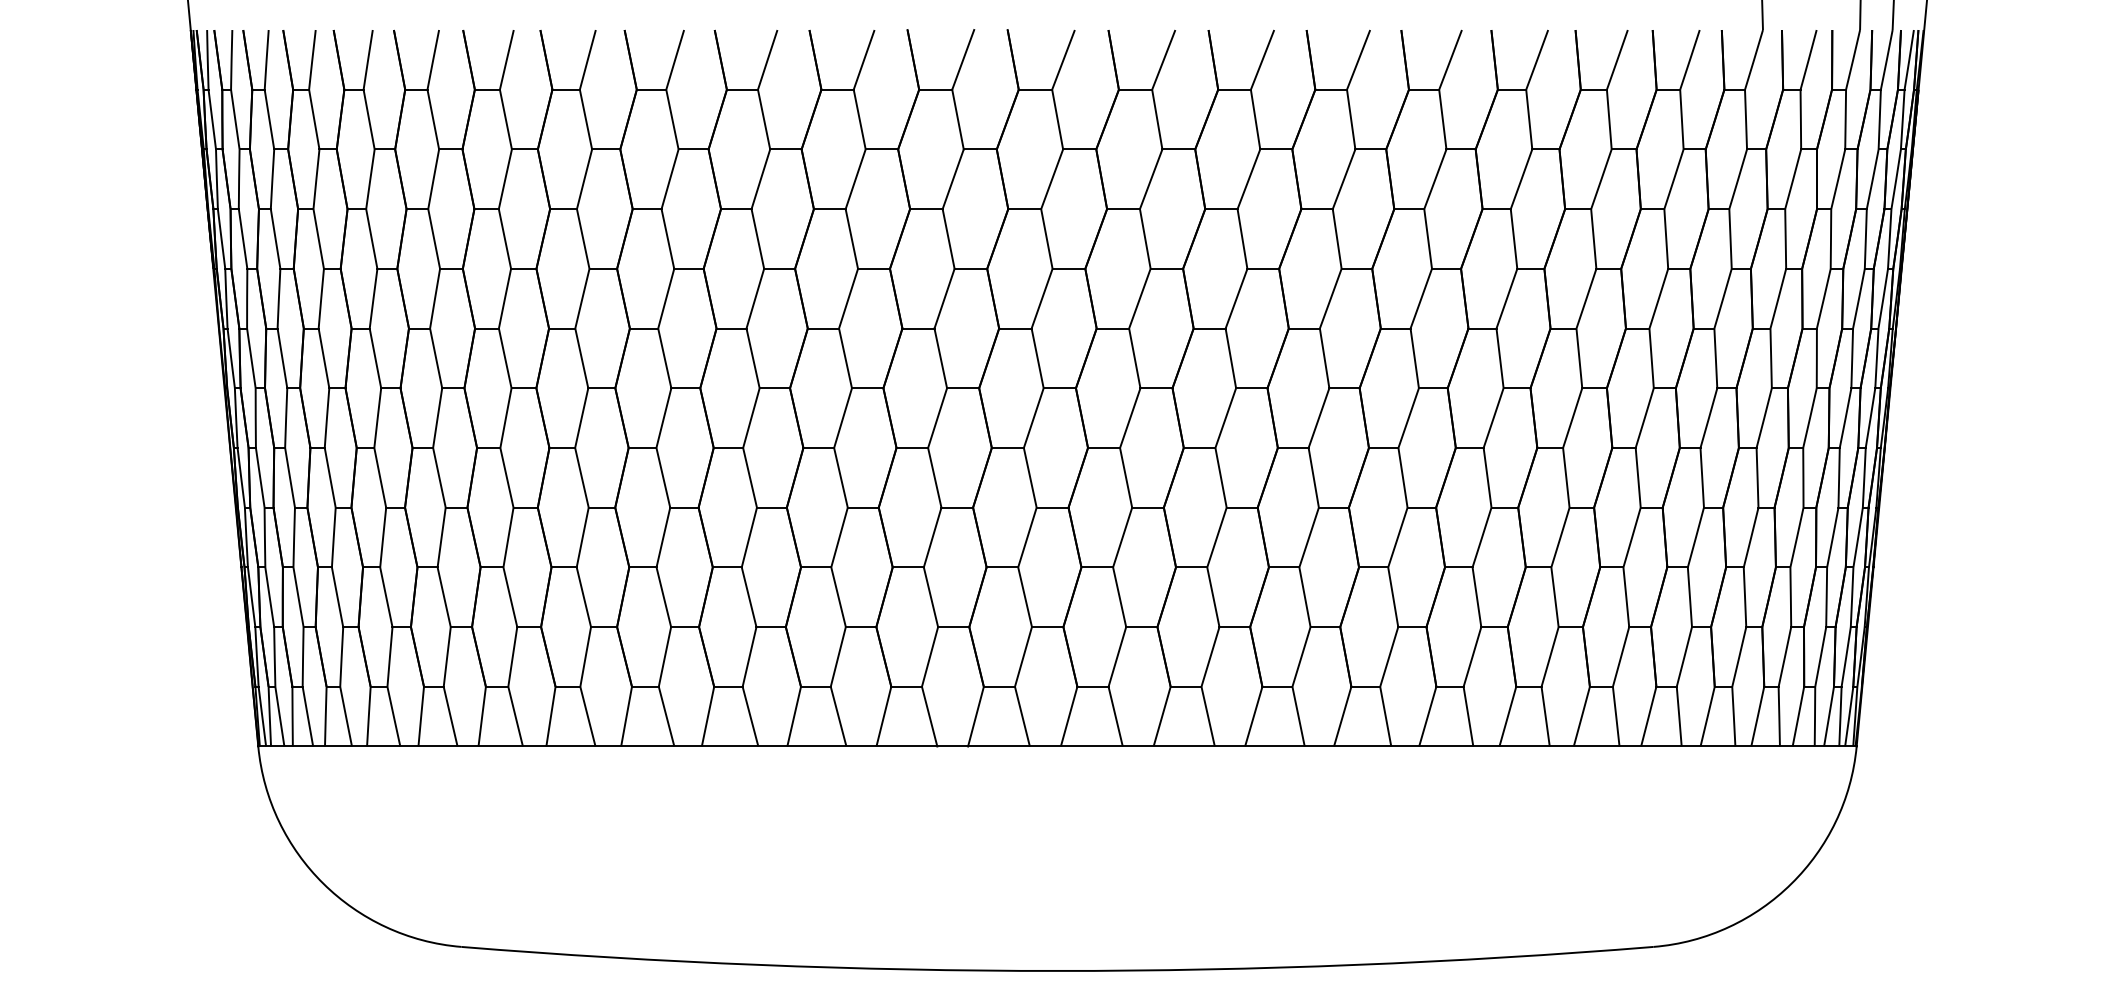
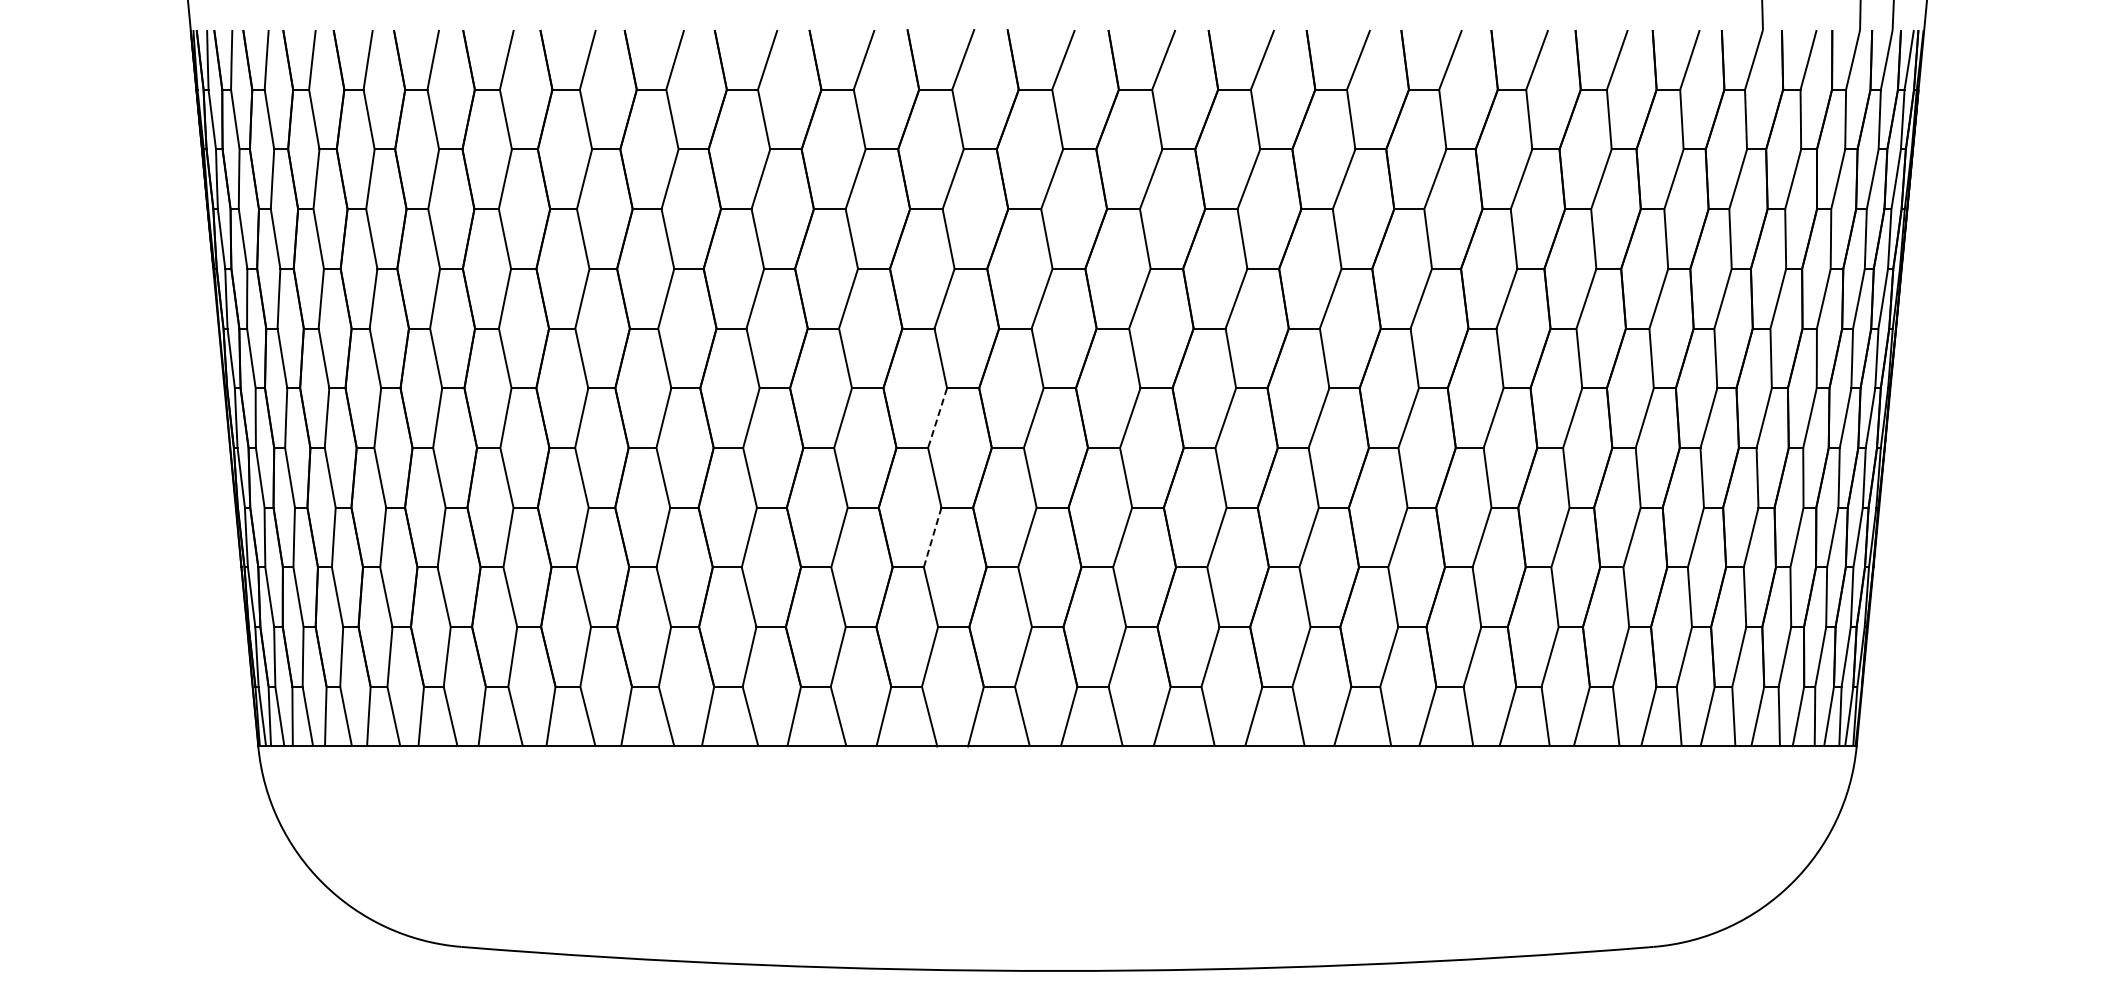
line at (937, 418): solid -> dashed
line at (932, 538): solid -> dashed
